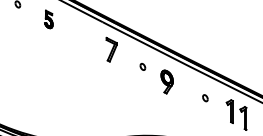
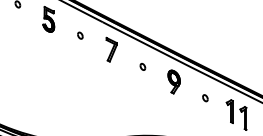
part at (48, 19) size: 10x21 px -> 14x27 px
part at (80, 35): none -> present
part at (166, 81) position: (166, 81) -> (173, 81)
